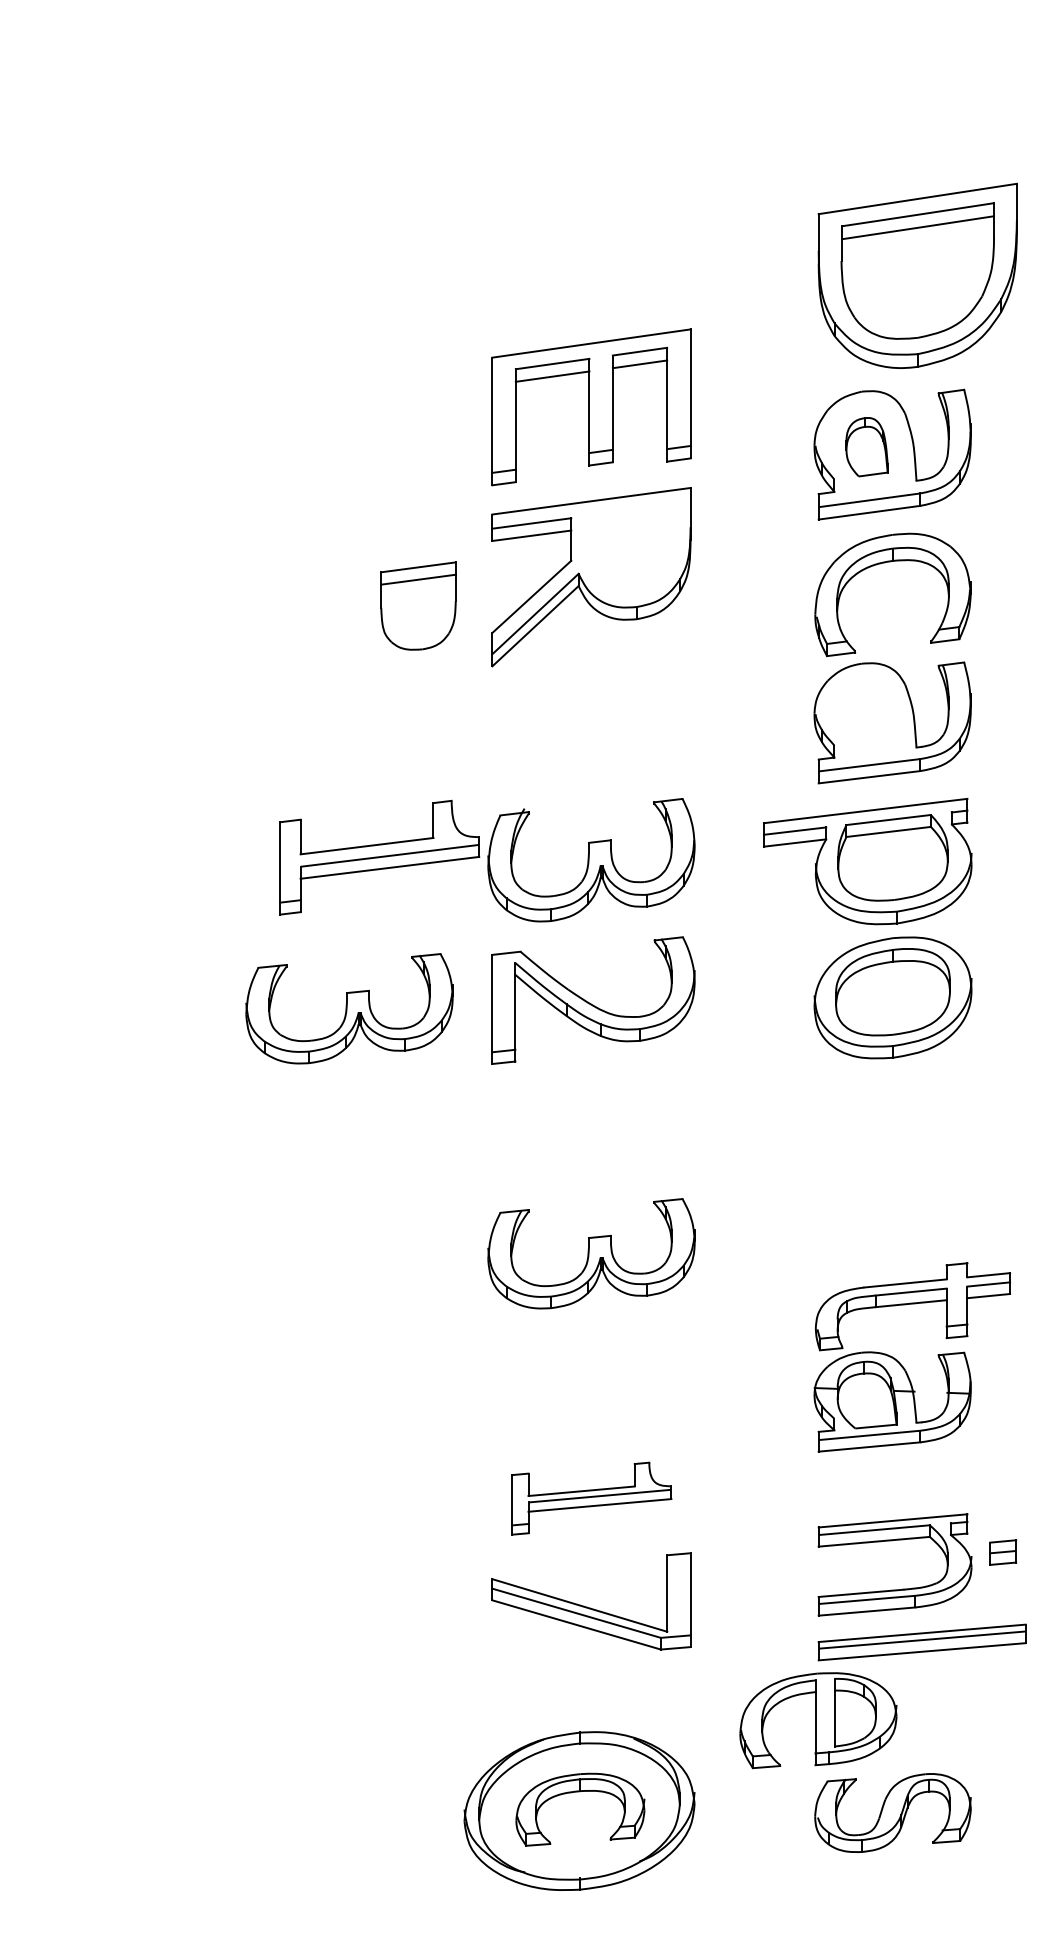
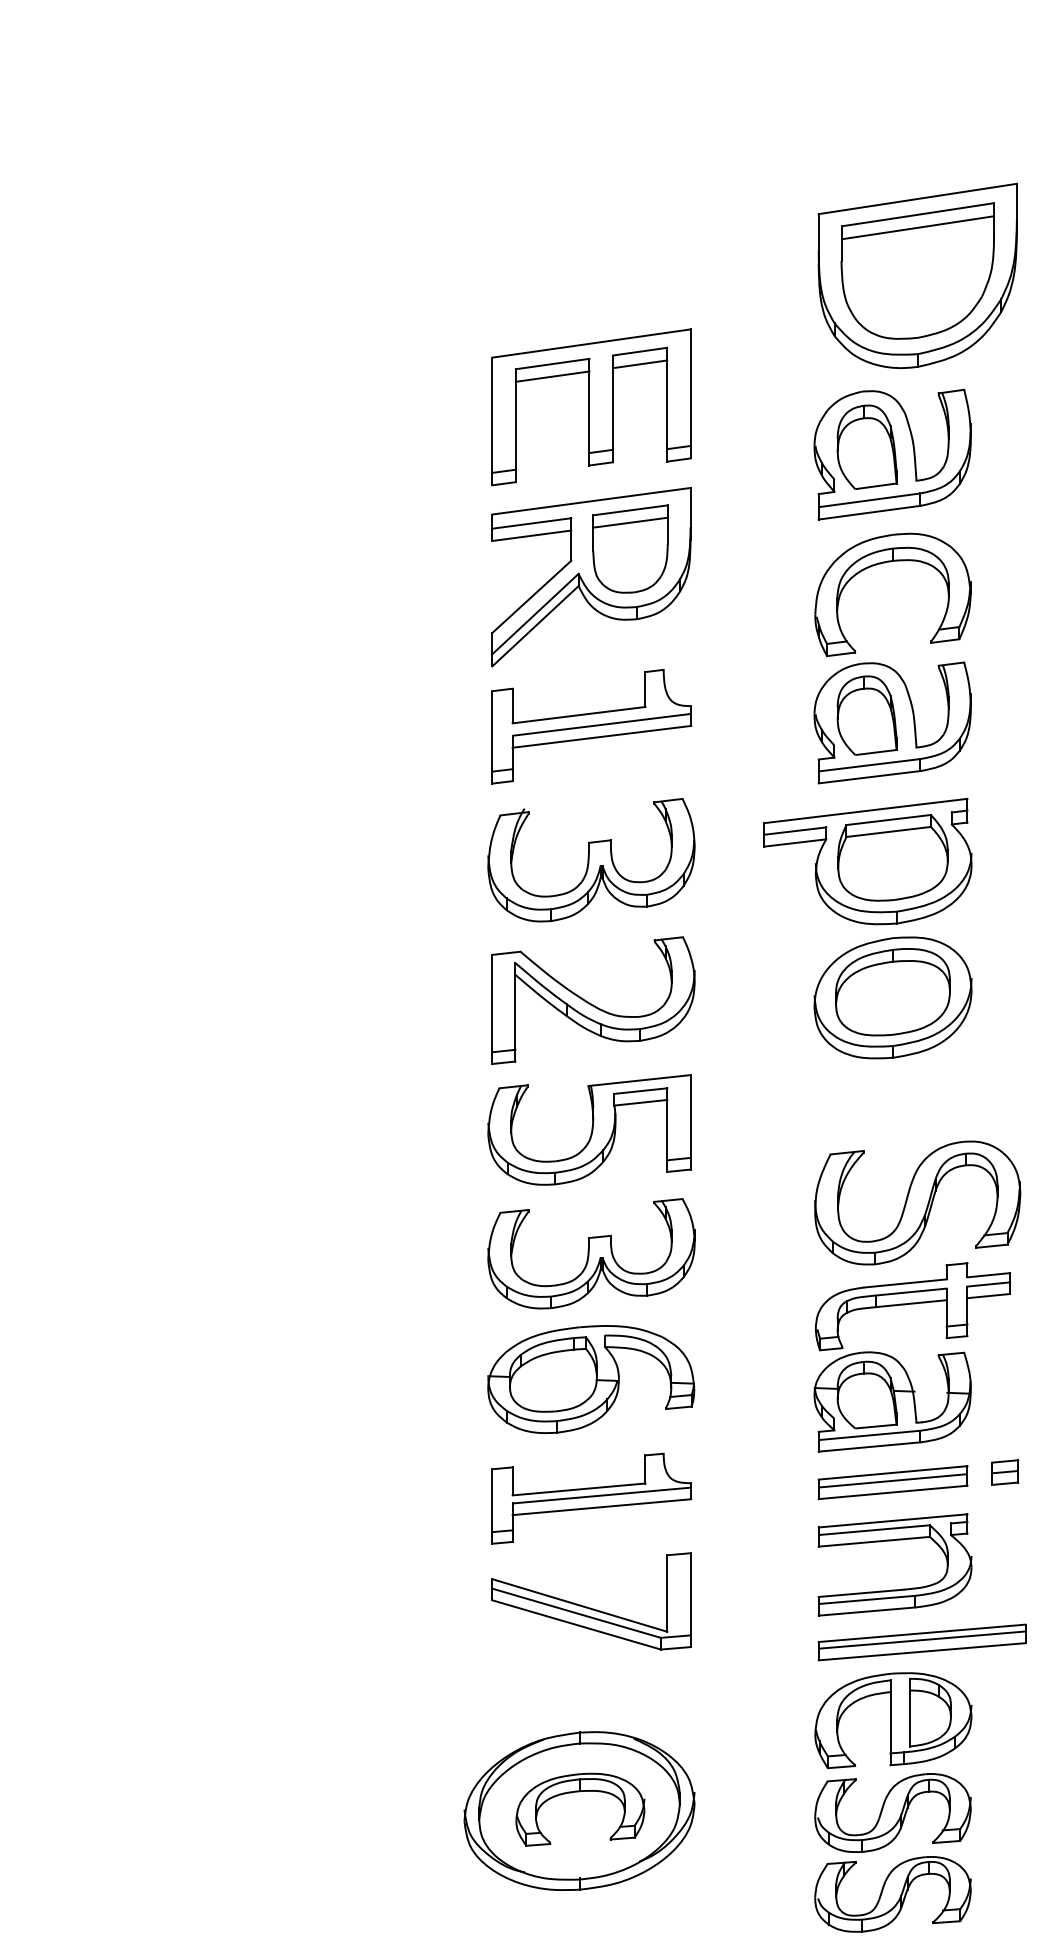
part at (866, 447) size: 44x61 px -> 62x86 px
part at (418, 605) position: (418, 605) -> (630, 548)
part at (866, 715): none -> present
part at (379, 857) position: (379, 857) -> (591, 726)
part at (349, 1008): present -> none
part at (589, 1129): none -> present
part at (917, 1202): none -> present
part at (591, 1379): none -> present
part at (892, 1482): none -> present
part at (591, 1498) size: 162x75 px -> 202x93 px
part at (1003, 1552) position: (1003, 1552) -> (1005, 1472)
part at (818, 1720) position: (818, 1720) -> (893, 1720)
part at (892, 1894): none -> present
